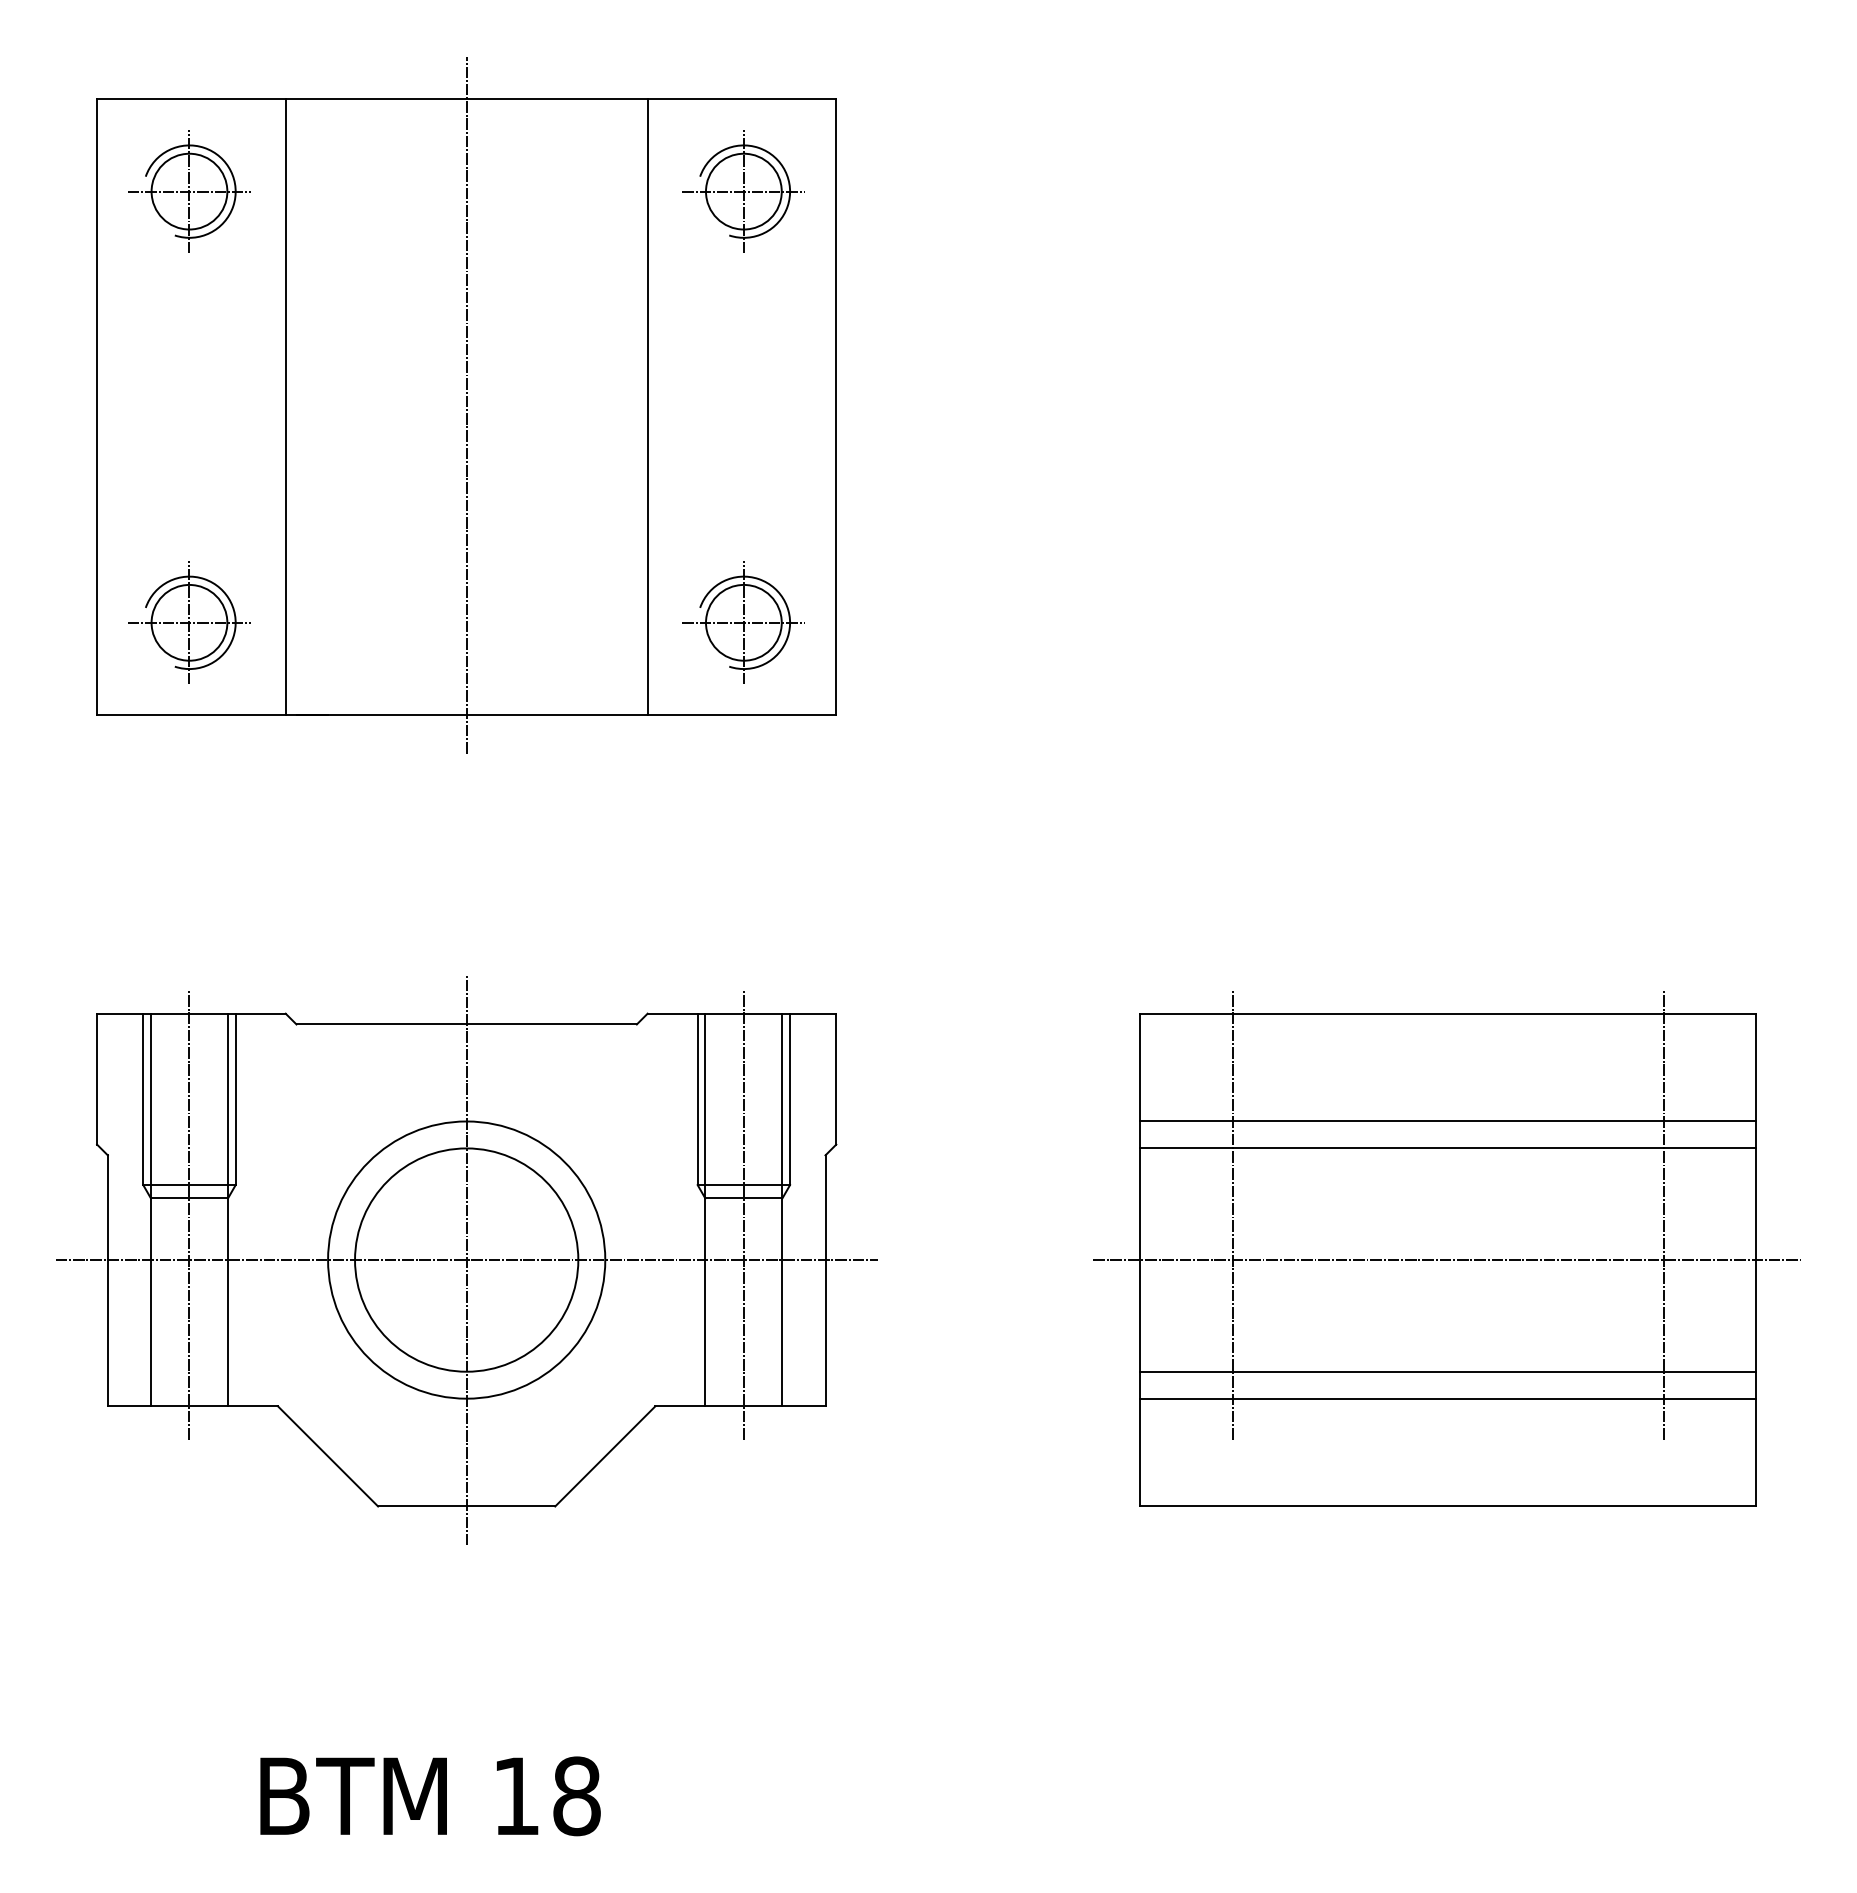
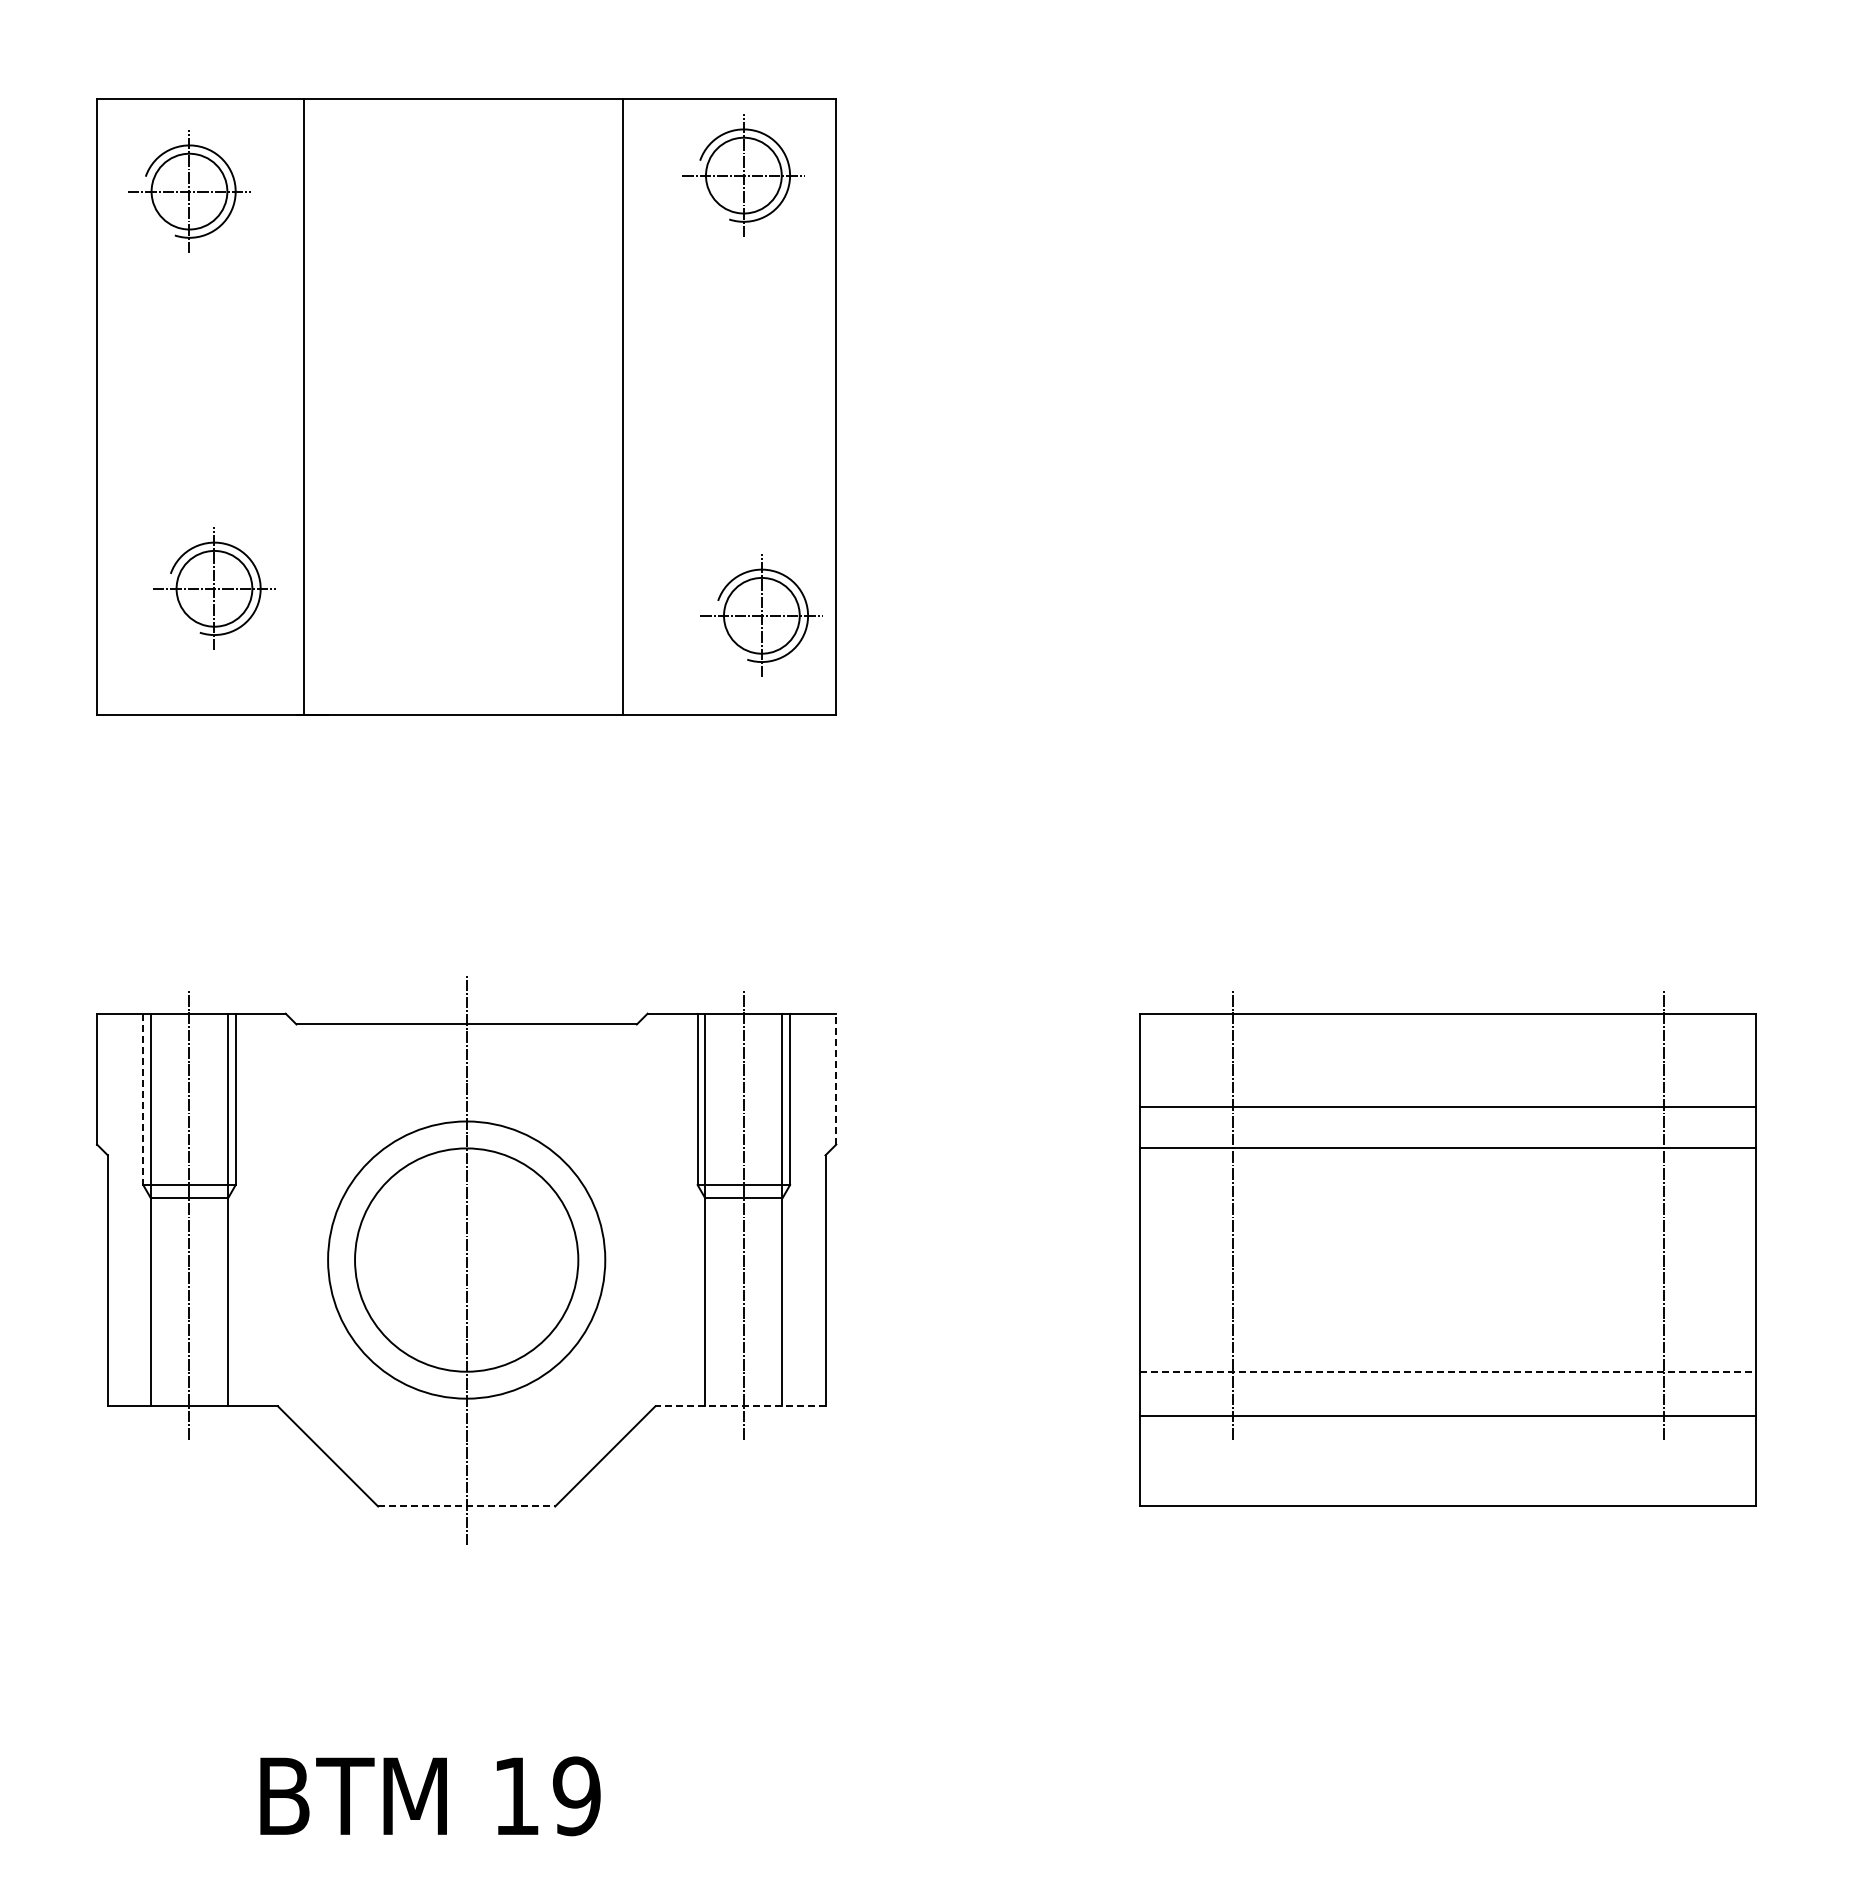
part at (743, 191) position: (743, 191) -> (743, 175)
line at (466, 404): present -> none
line at (285, 407) position: (285, 407) -> (303, 407)
line at (647, 407) position: (647, 407) -> (622, 407)
part at (189, 622) position: (189, 622) -> (214, 588)
part at (743, 622) position: (743, 622) -> (761, 615)
line at (836, 1078): solid -> dashed
line at (143, 1099): solid -> dashed
line at (1448, 1121) position: (1448, 1121) -> (1448, 1107)
line at (466, 1260): present -> none
line at (1447, 1260): present -> none
line at (1448, 1371): solid -> dashed
line at (1448, 1398) position: (1448, 1398) -> (1448, 1415)
line at (739, 1406): solid -> dashed
line at (466, 1506): solid -> dashed
text at (576, 1796): 18 -> 19
